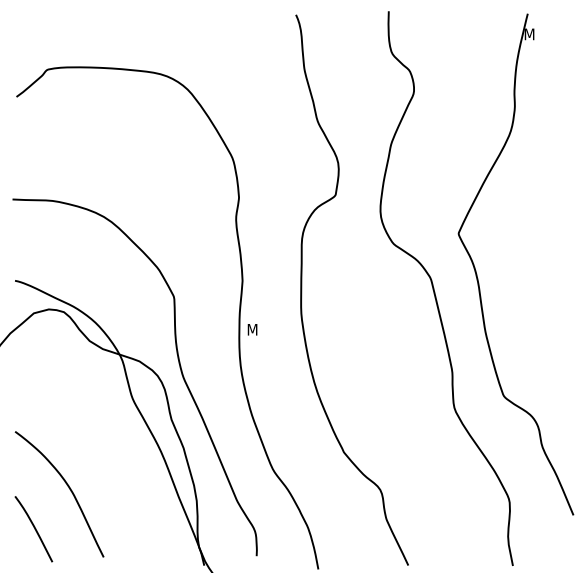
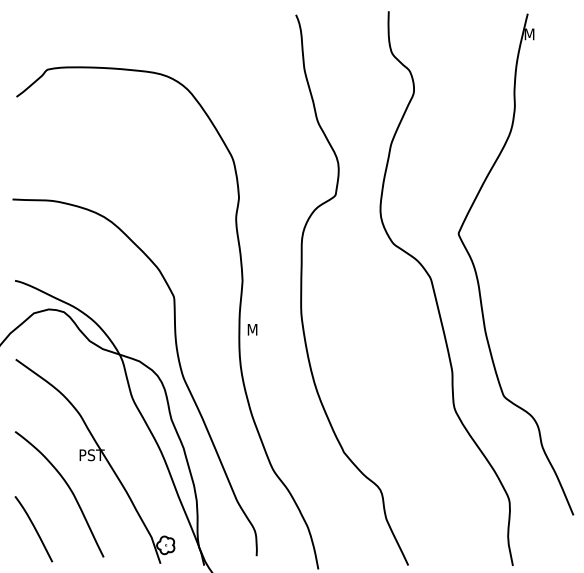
part at (95, 461): none -> present
